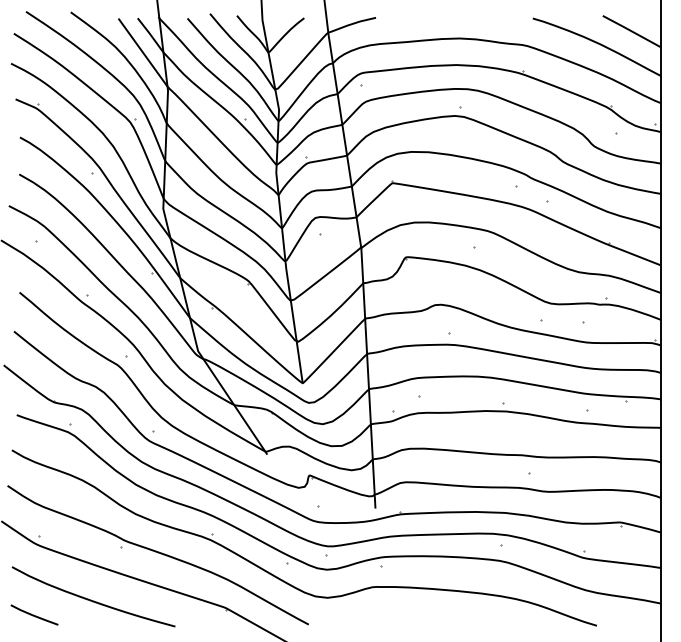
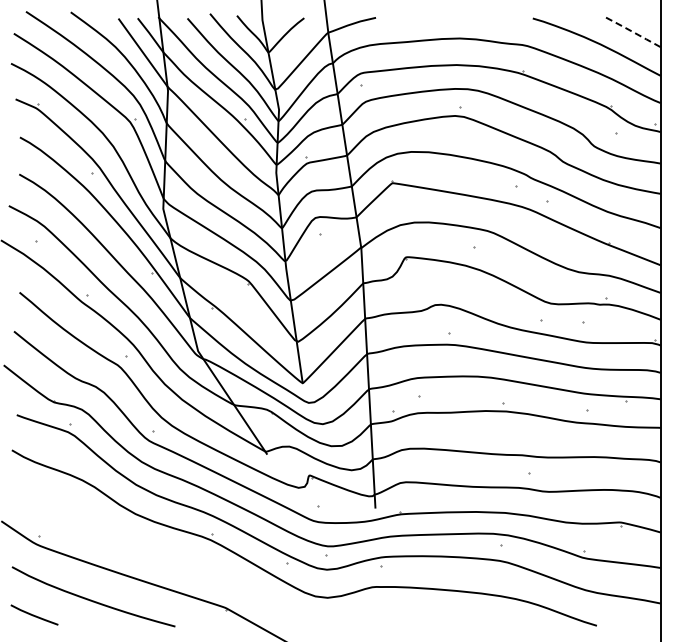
line at (631, 31): solid -> dashed
part at (157, 555): present -> none
